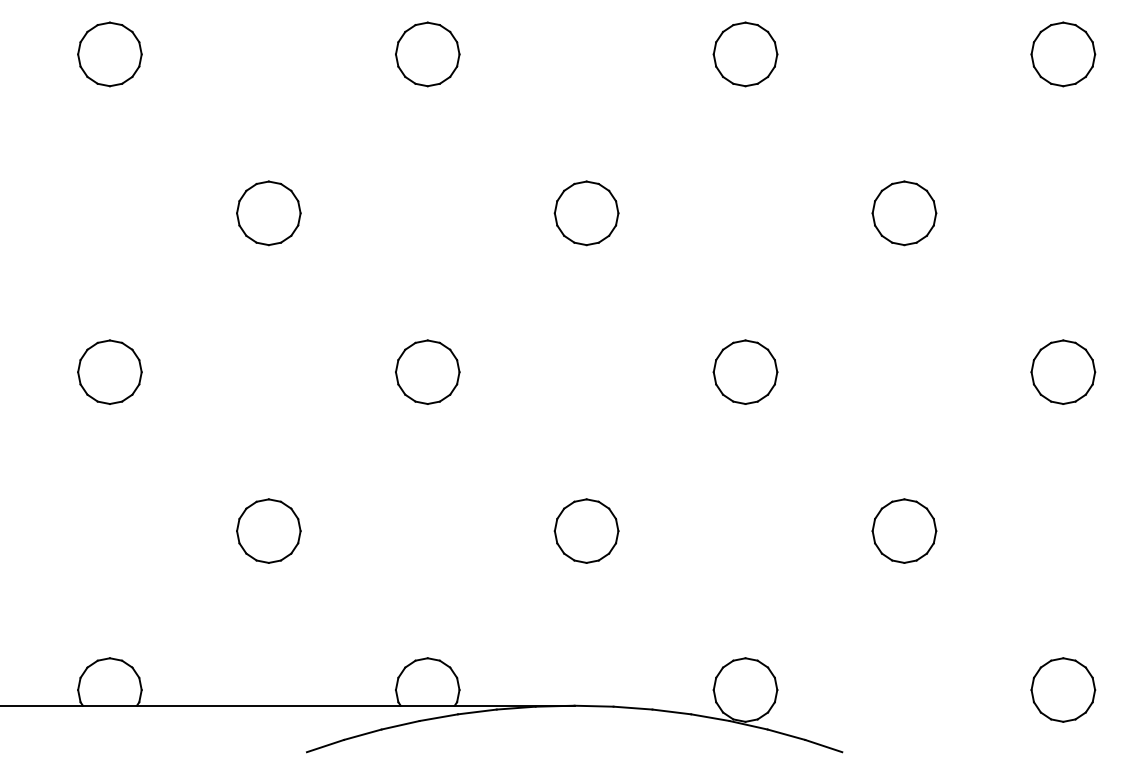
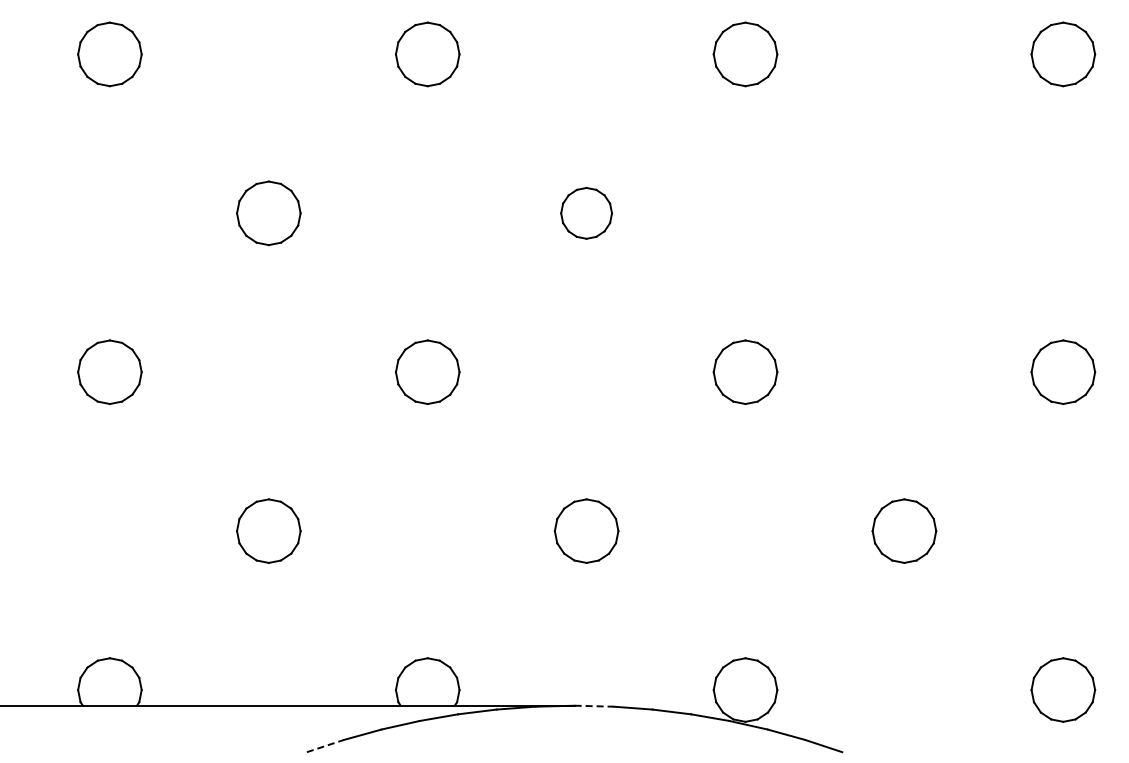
part at (586, 213) size: 67x67 px -> 53x53 px
part at (904, 213): present -> none
line at (594, 706): solid -> dashed
line at (325, 745): solid -> dashed
